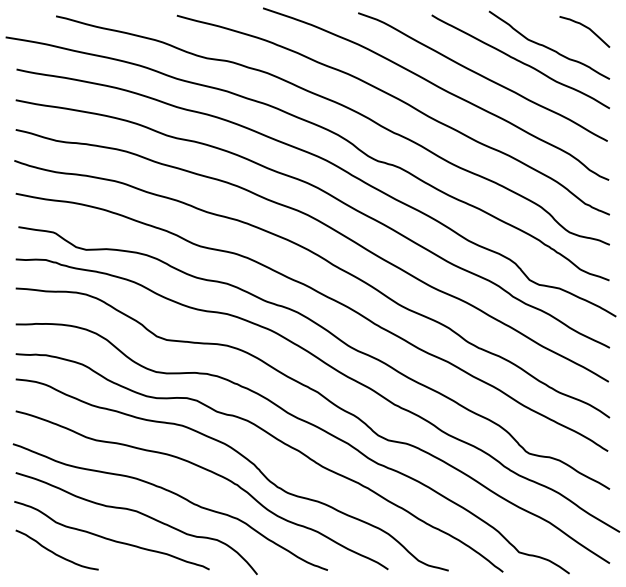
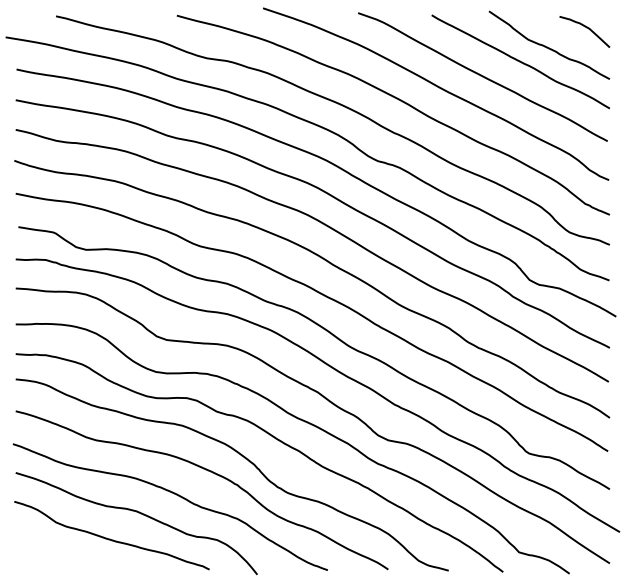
curve at (53, 551): present -> none
